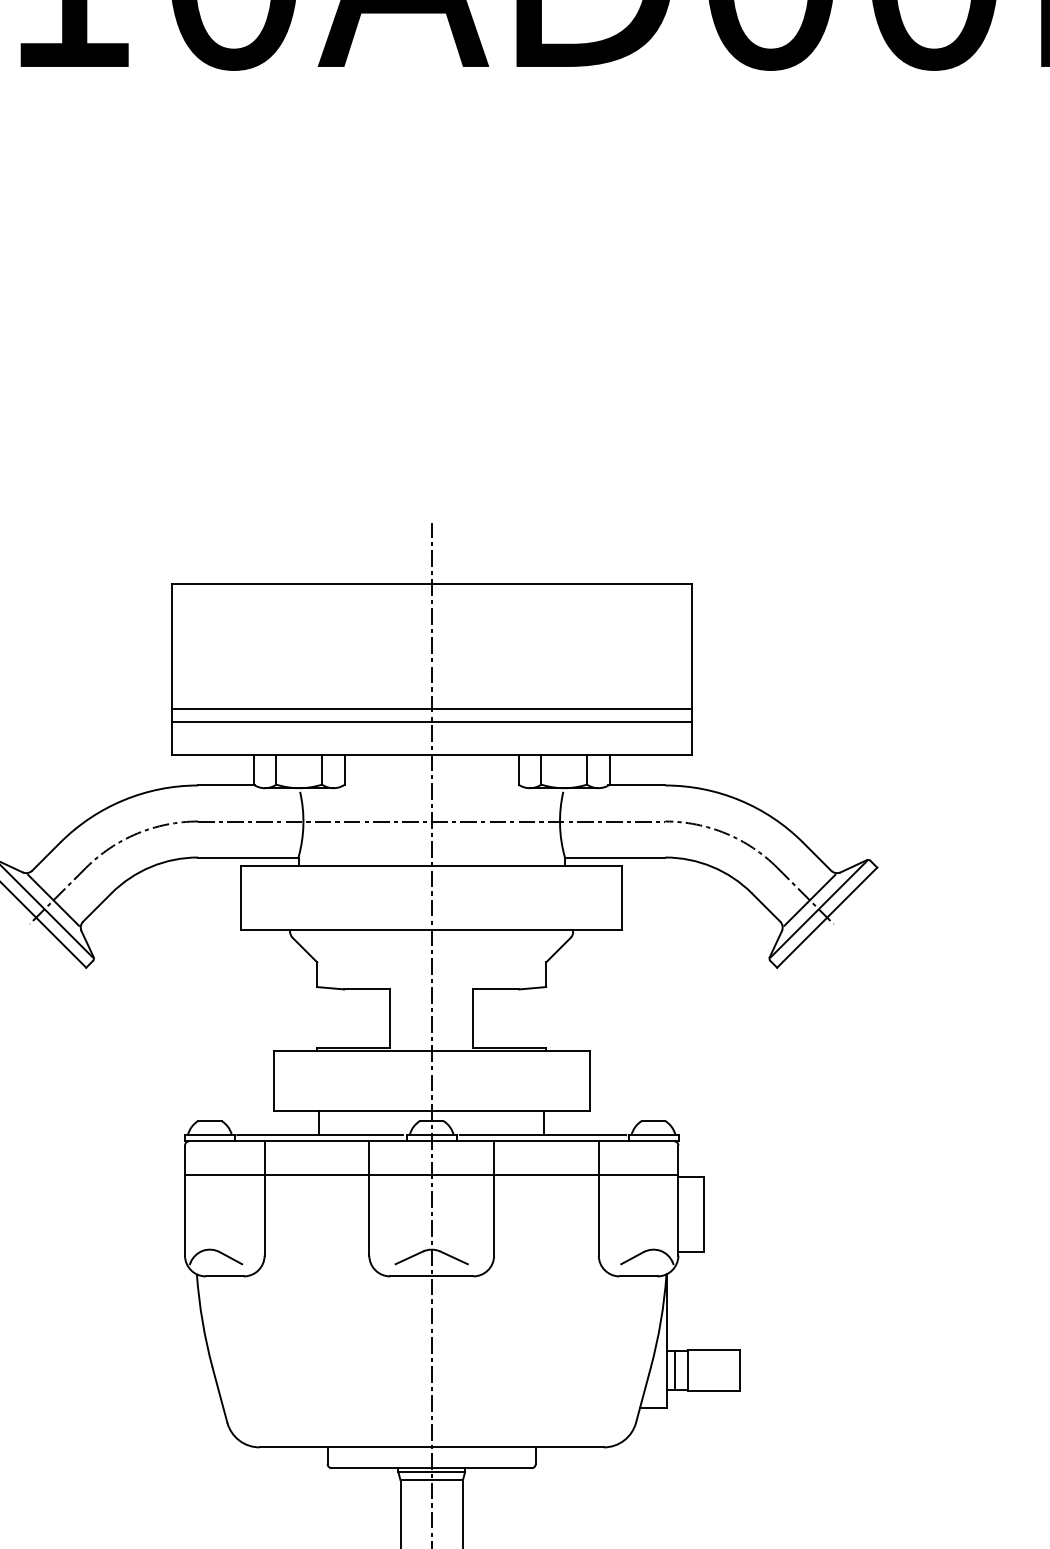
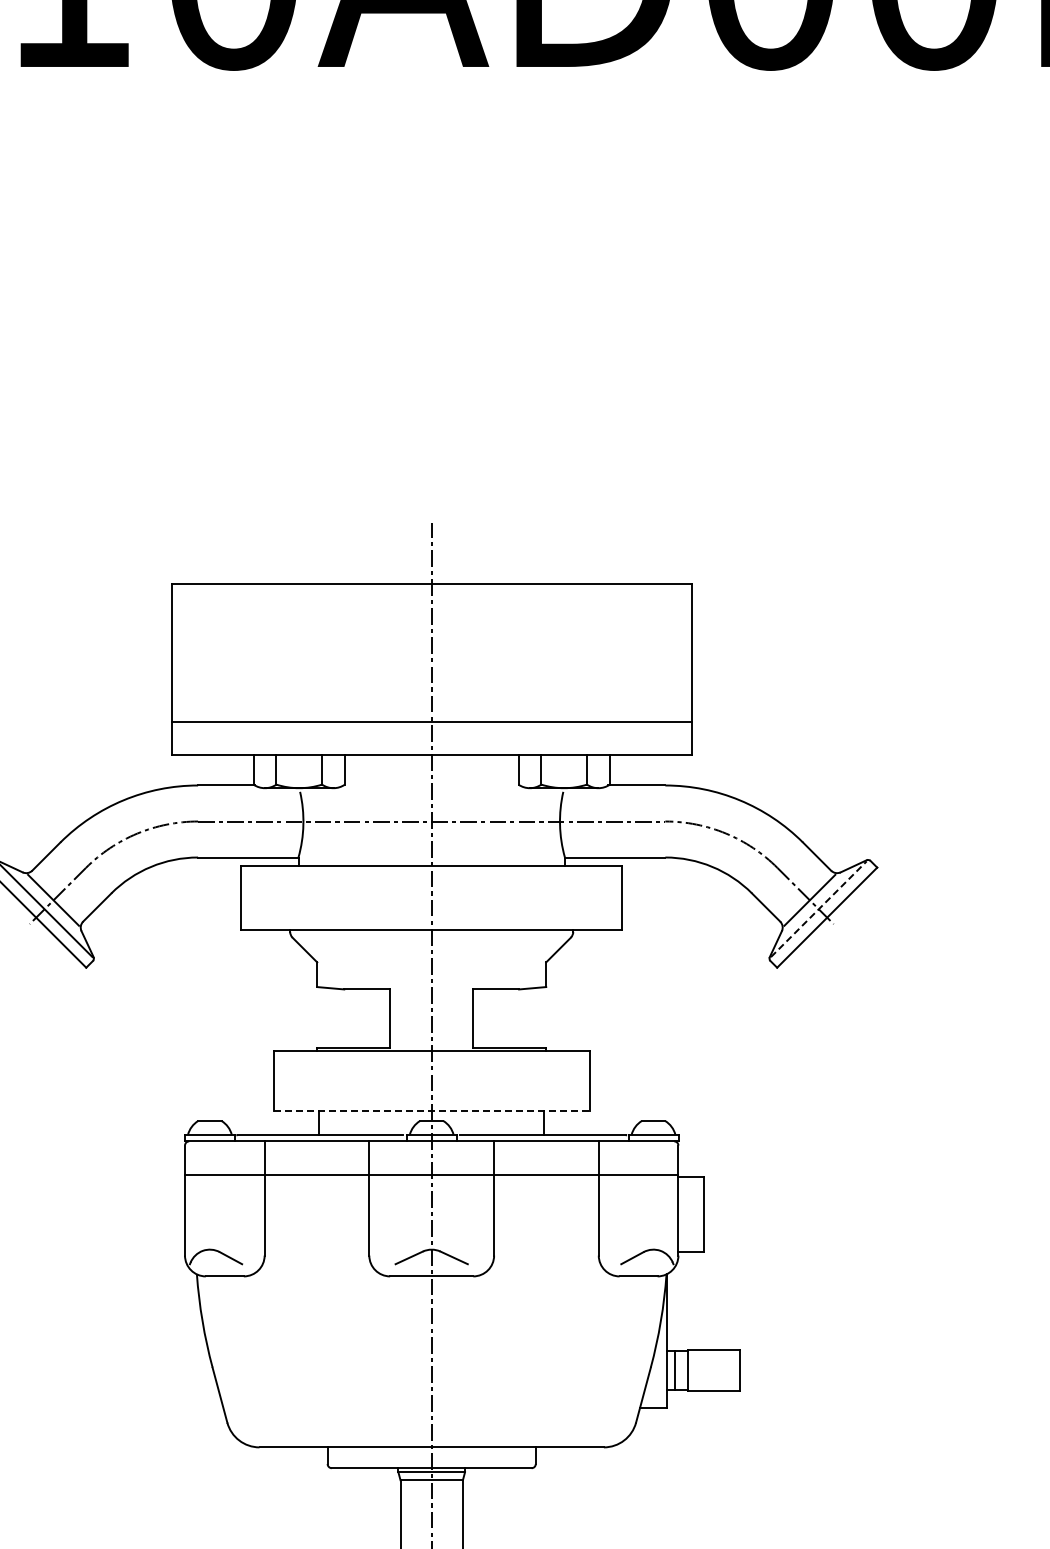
line at (431, 709): present -> none
line at (818, 909): solid -> dashed
line at (432, 1111): solid -> dashed
